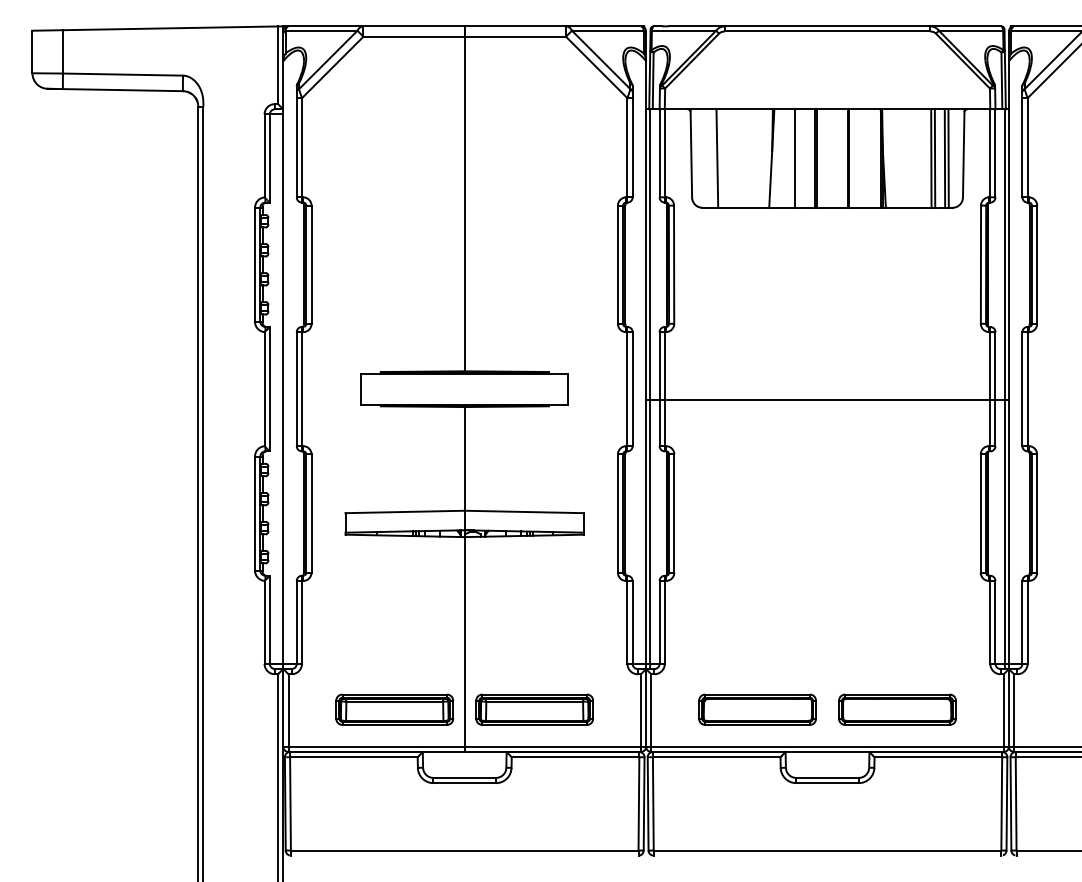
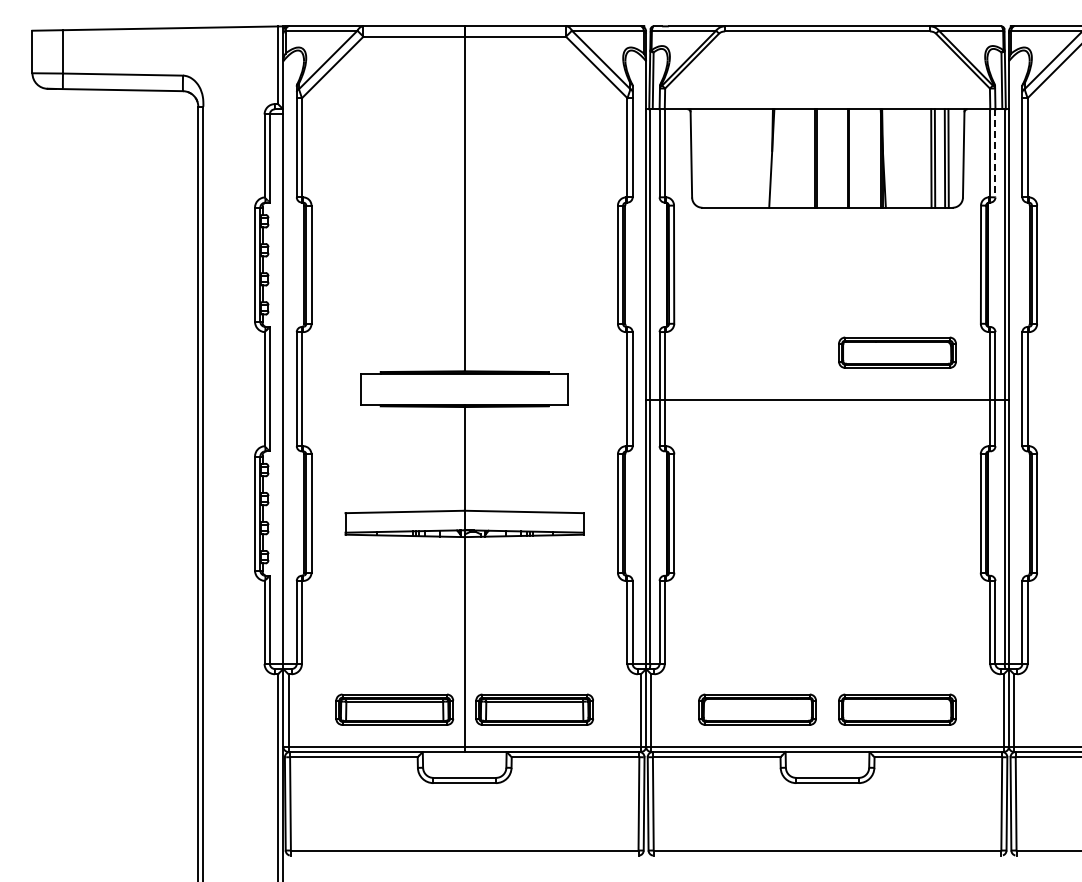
line at (995, 153): solid -> dashed
line at (717, 158): present -> none
line at (794, 158): present -> none
part at (897, 352): none -> present
